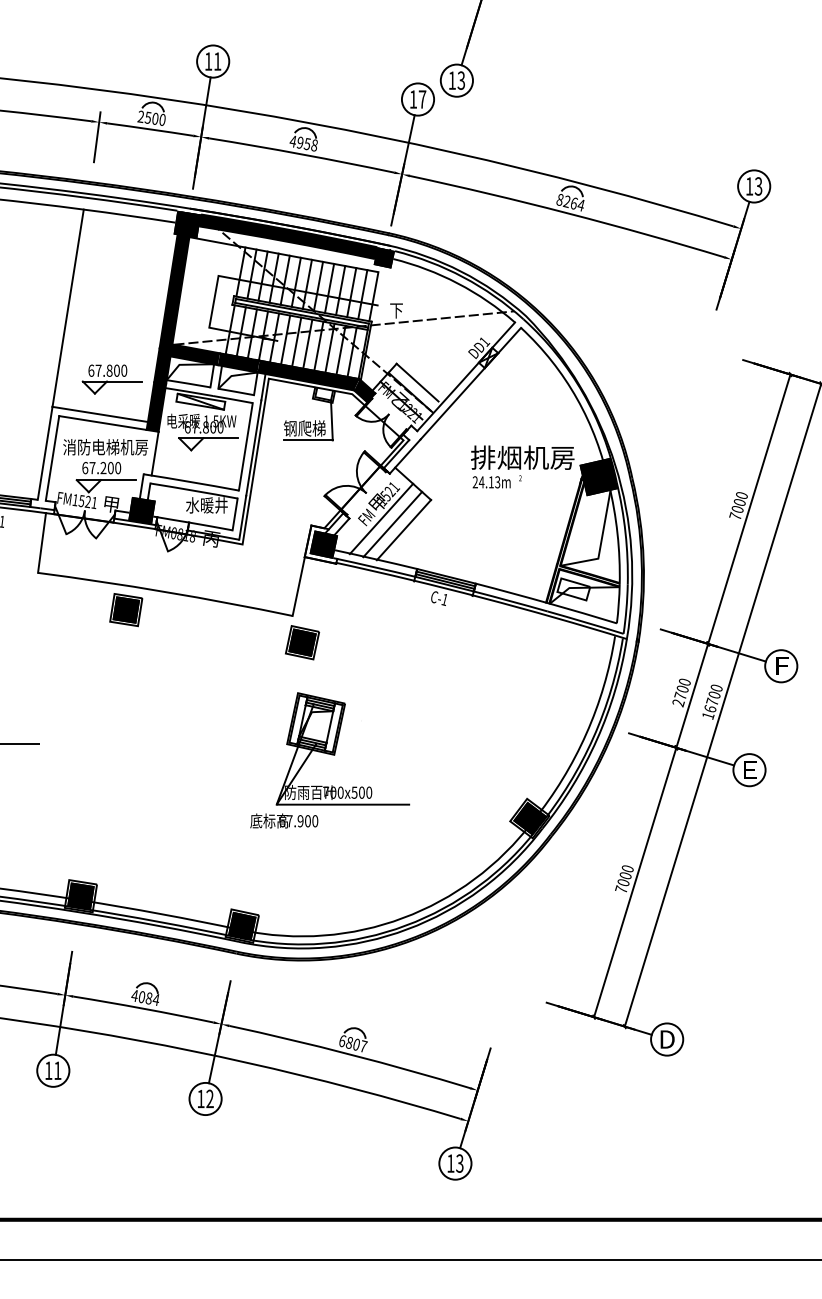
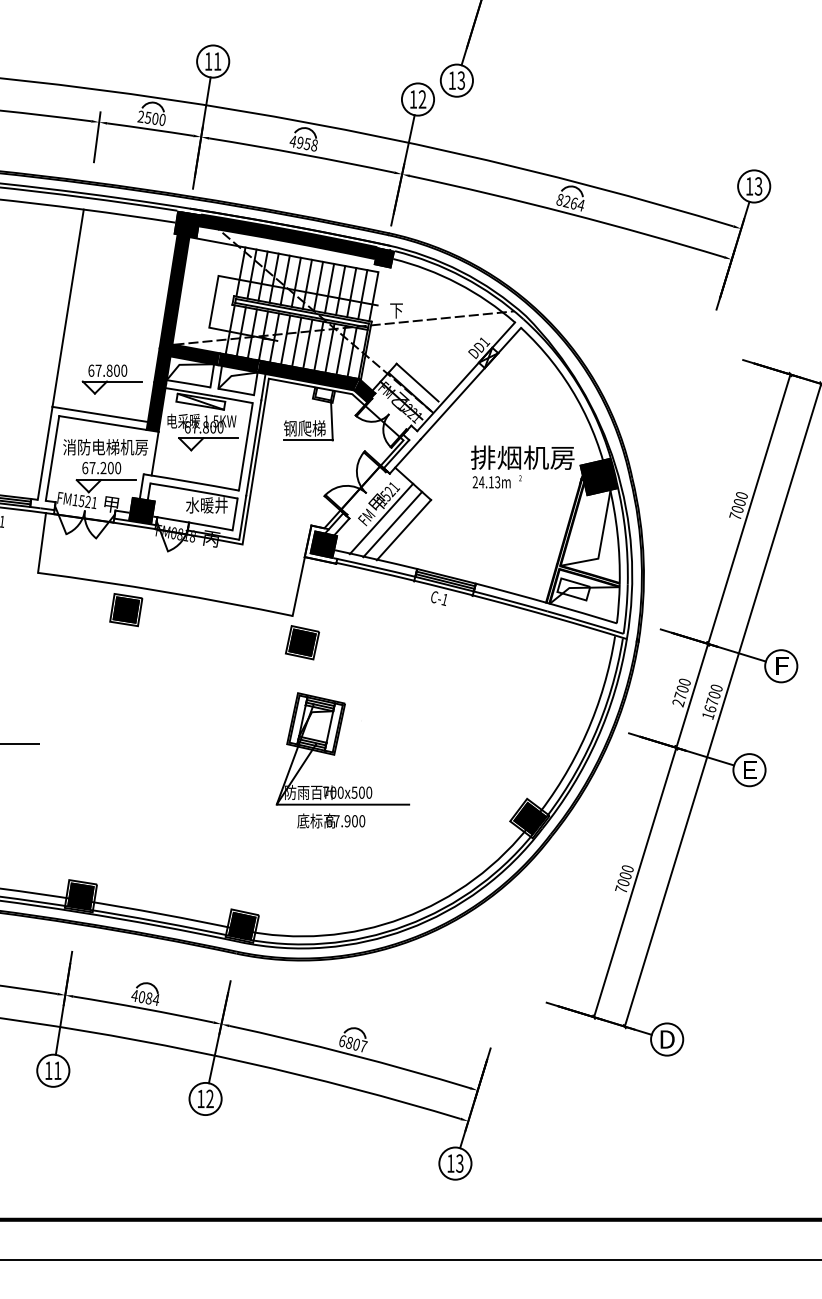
text at (422, 99): 17 -> 12
text at (284, 820) position: (284, 820) -> (331, 820)
